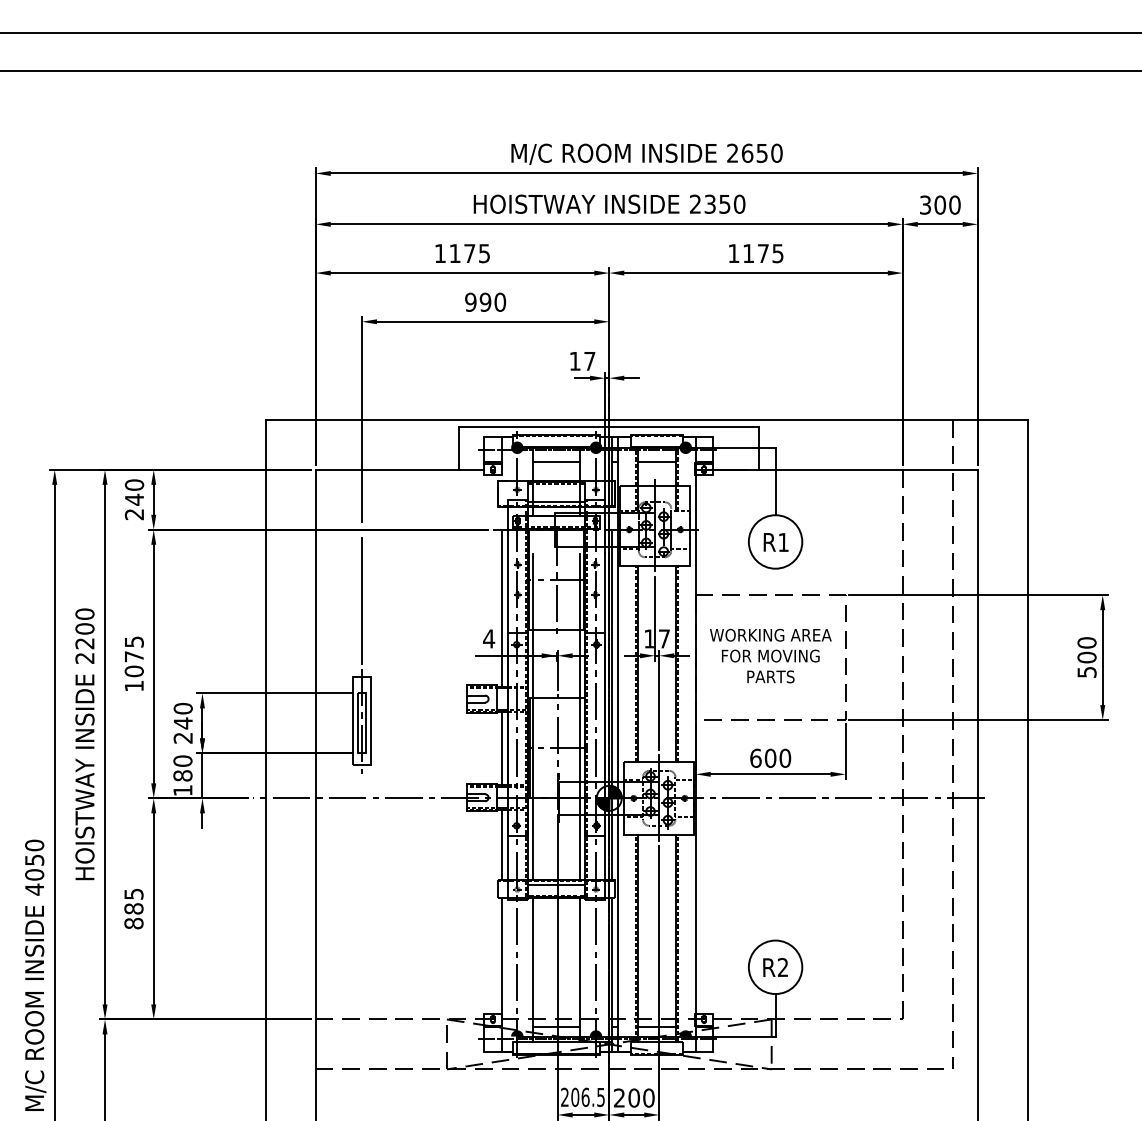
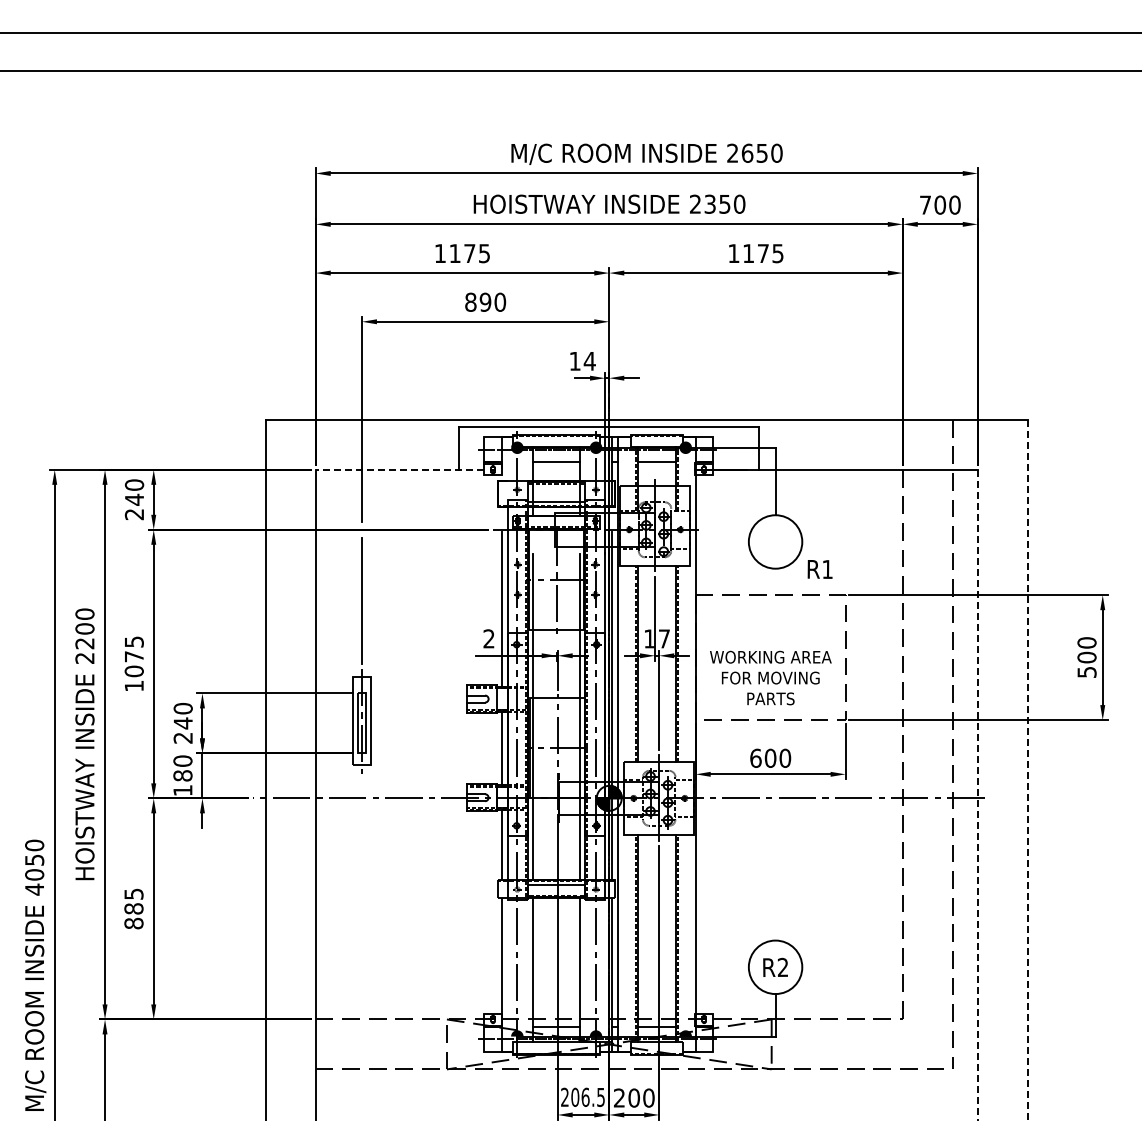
text at (925, 204): 300 -> 700
text at (470, 301): 990 -> 890
text at (589, 361): 17 -> 14
line at (399, 469): solid -> dashed
text at (775, 542) position: (775, 542) -> (819, 569)
text at (489, 638): 4 -> 2
text at (770, 655) position: (770, 655) -> (770, 677)
line at (1027, 770): solid -> dashed
line at (977, 795): solid -> dashed
